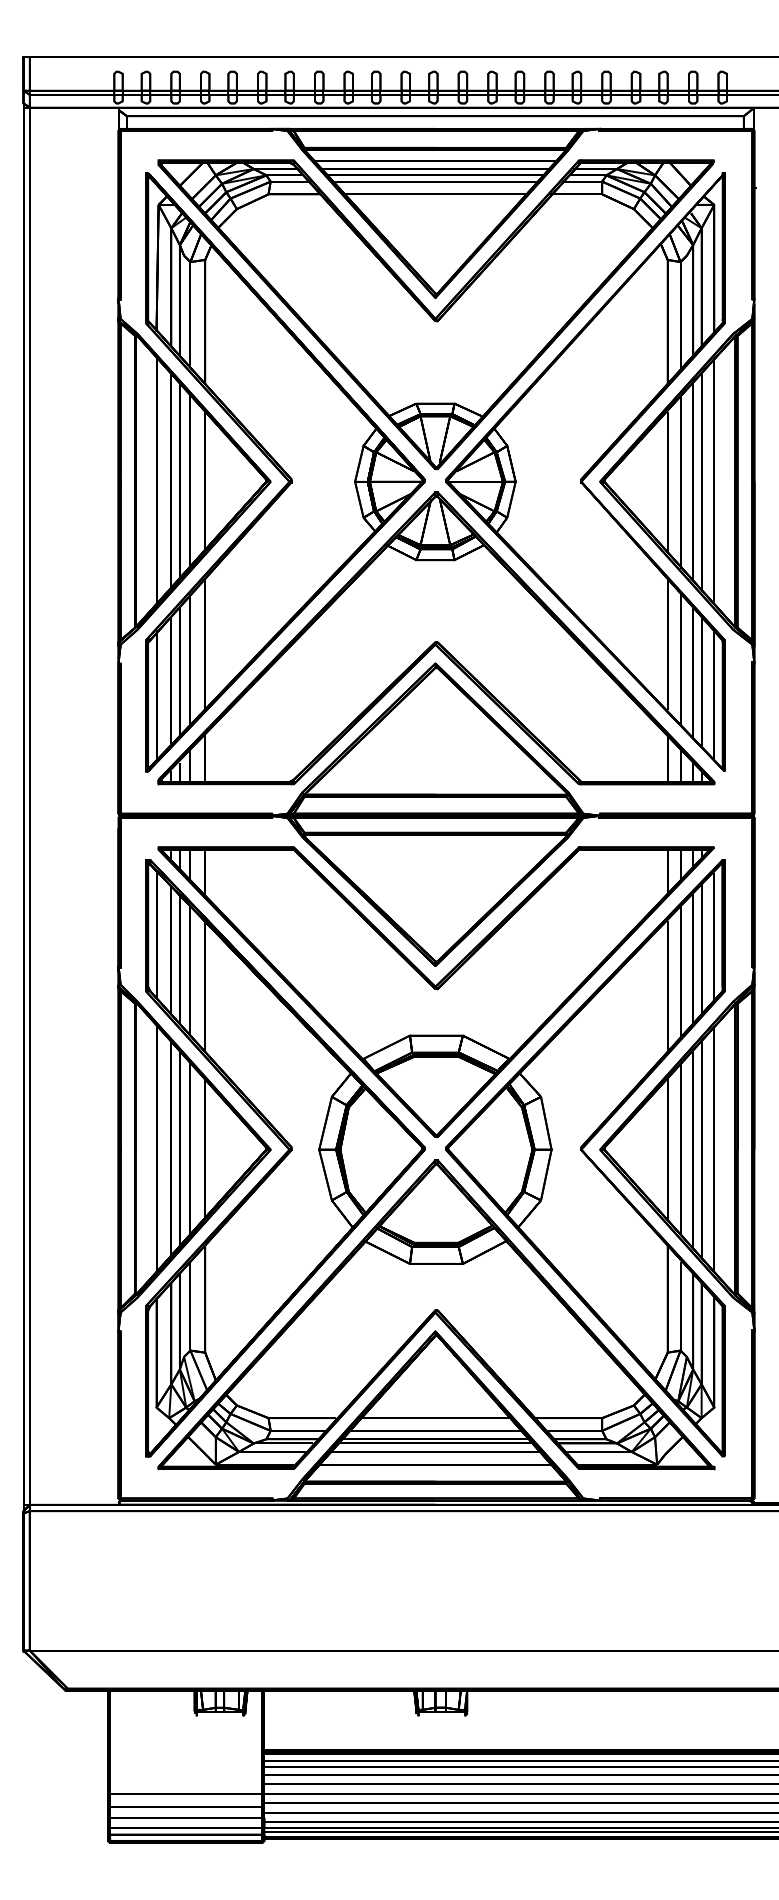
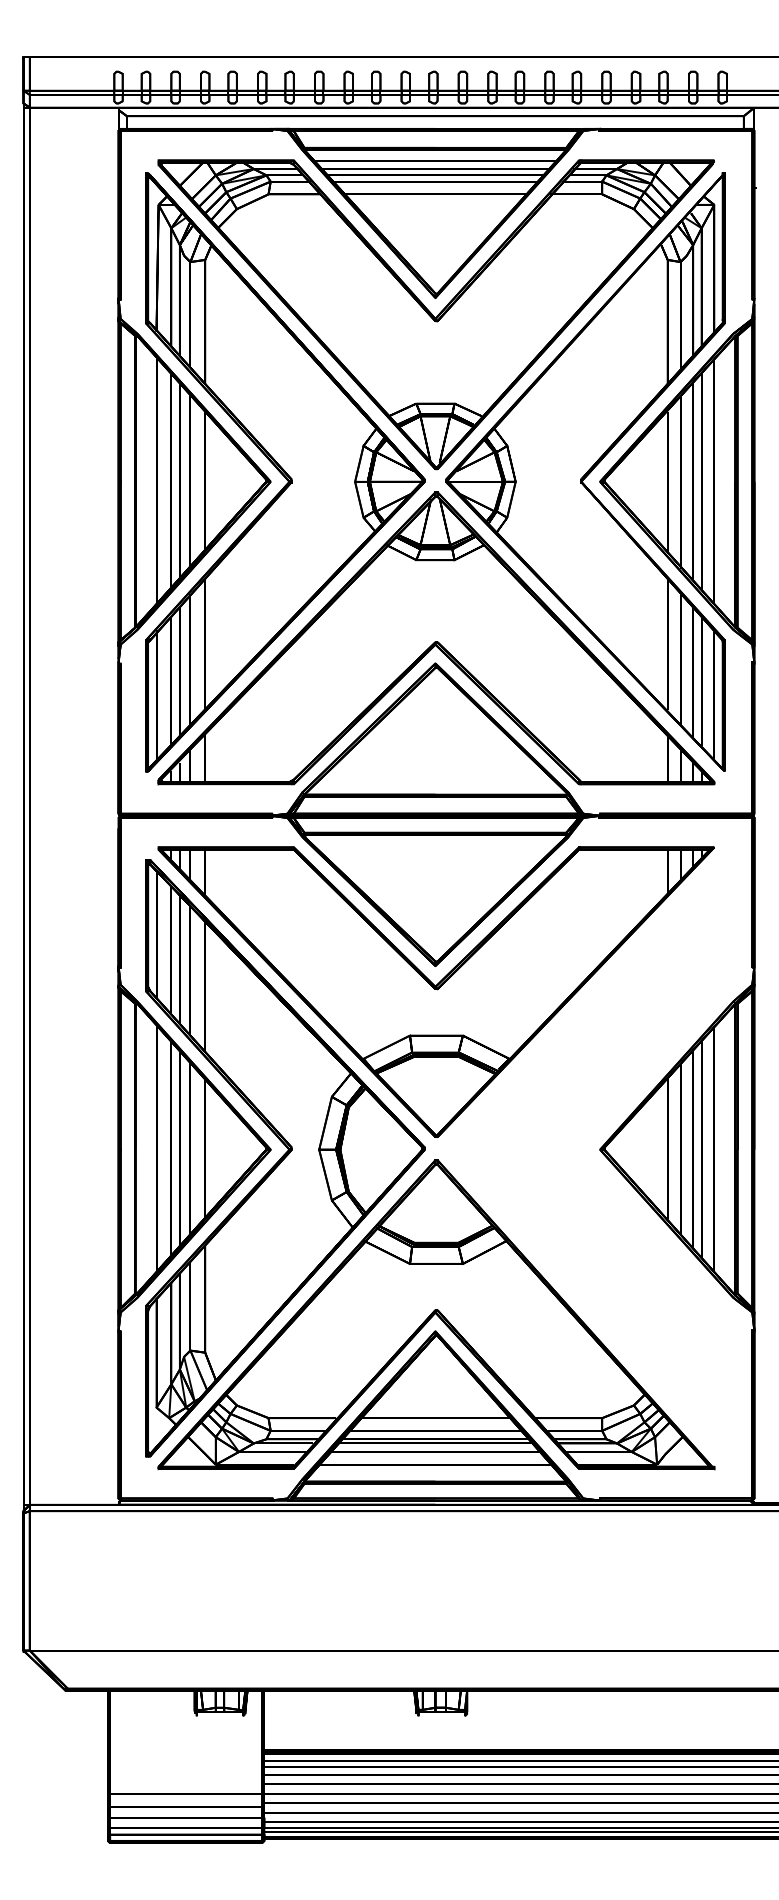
part at (585, 1158): present -> none
